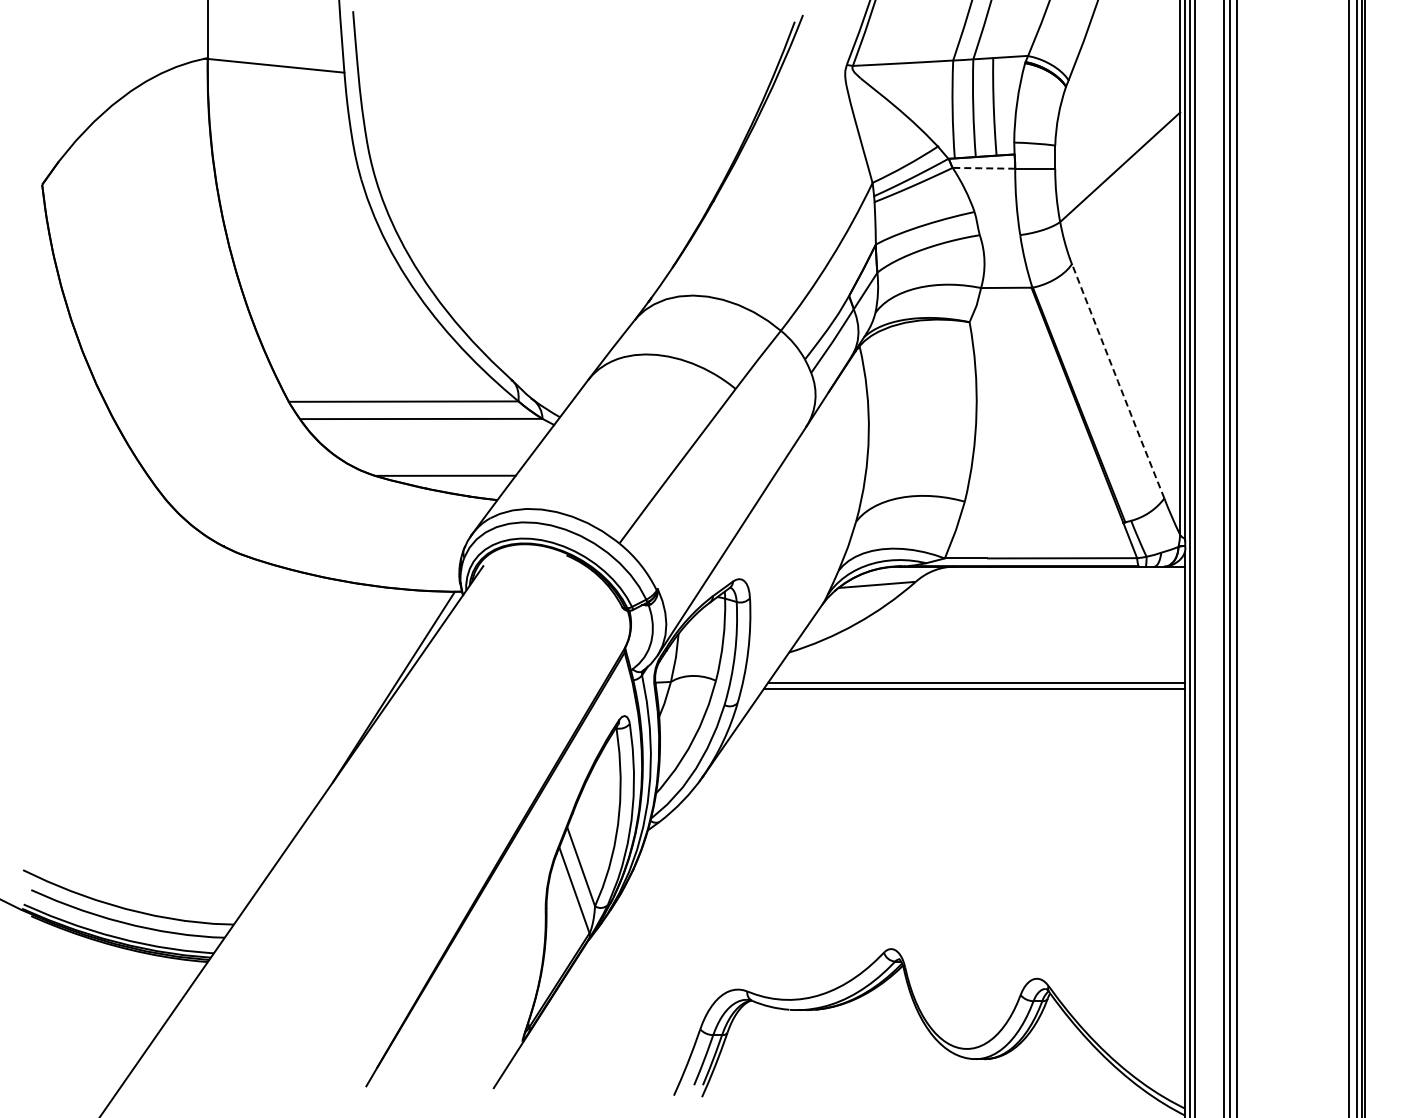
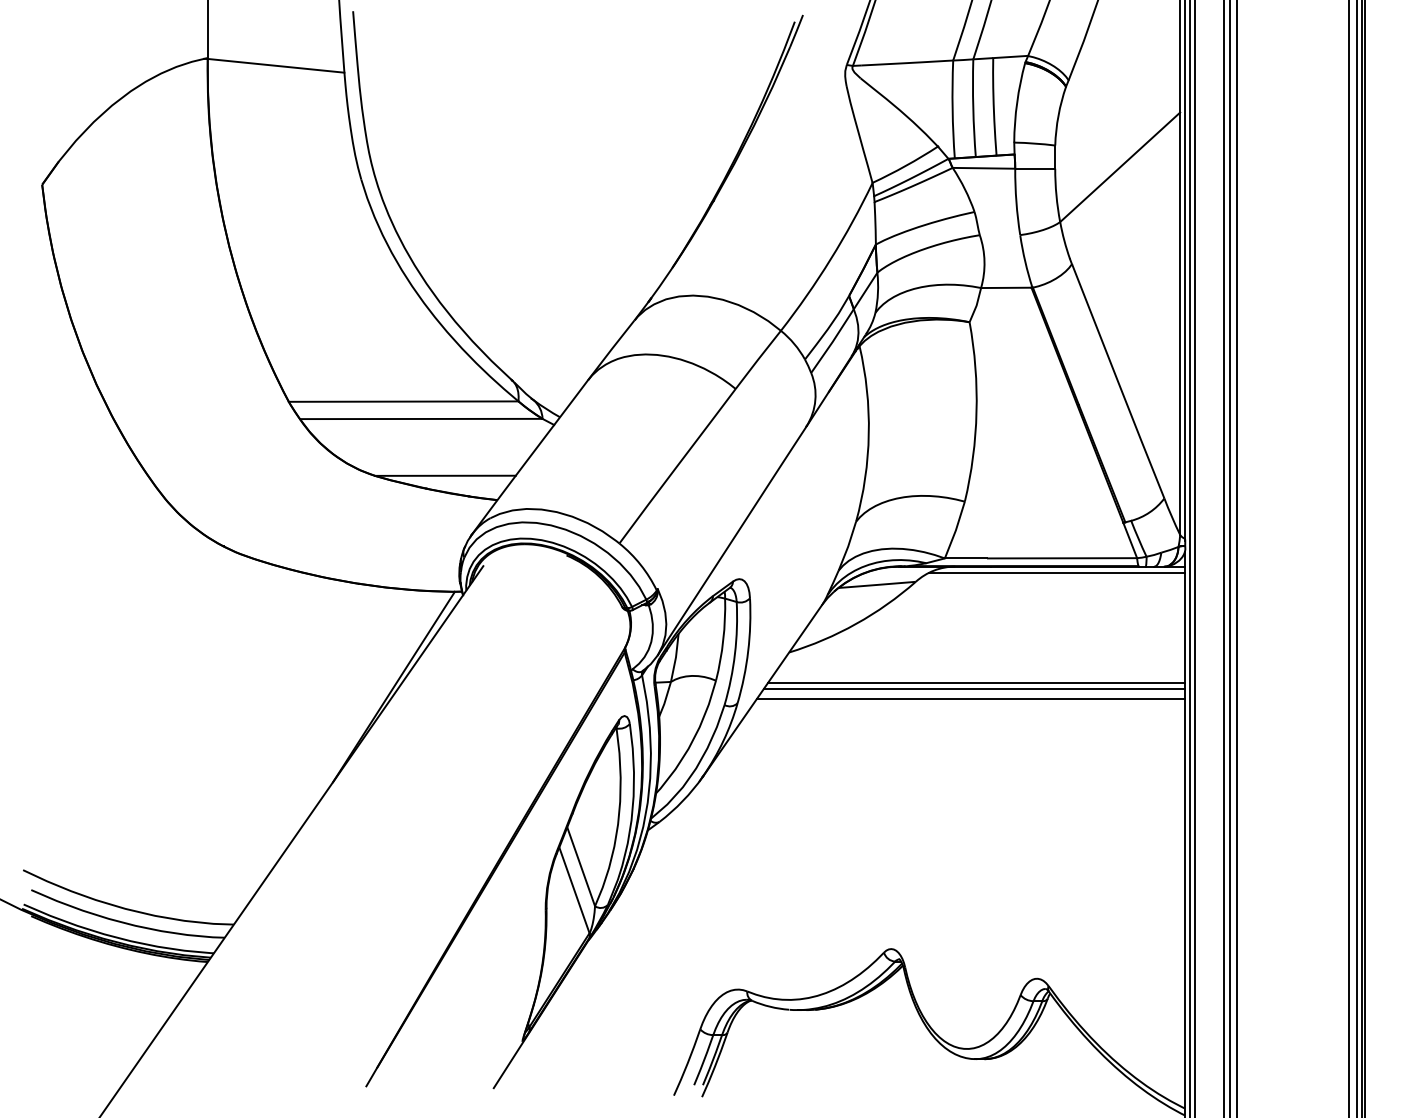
line at (983, 168): dashed -> solid
line at (1118, 381): dashed -> solid
line at (1056, 572): none -> present
line at (970, 698): none -> present
